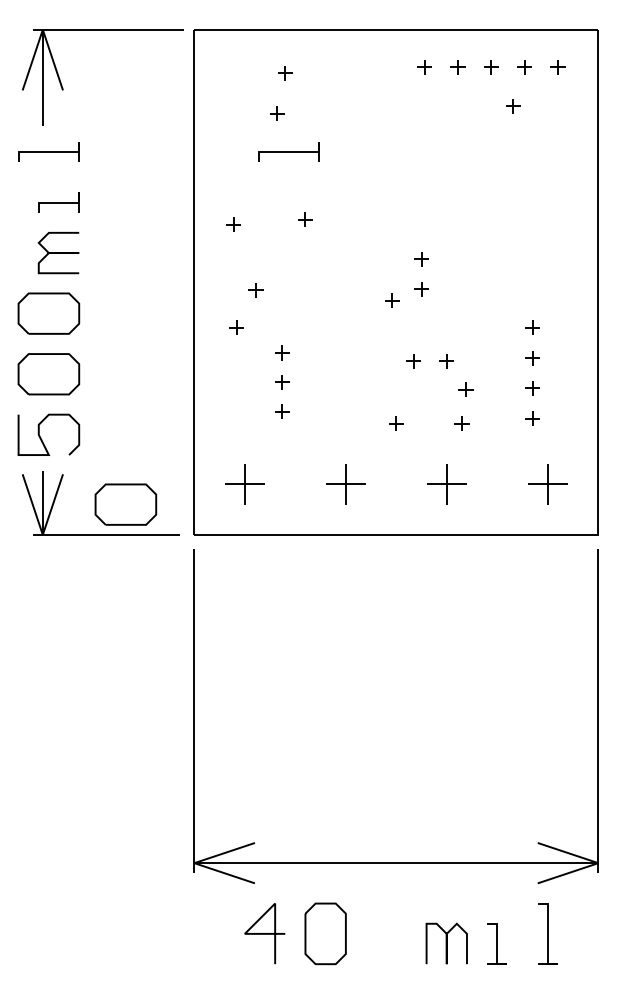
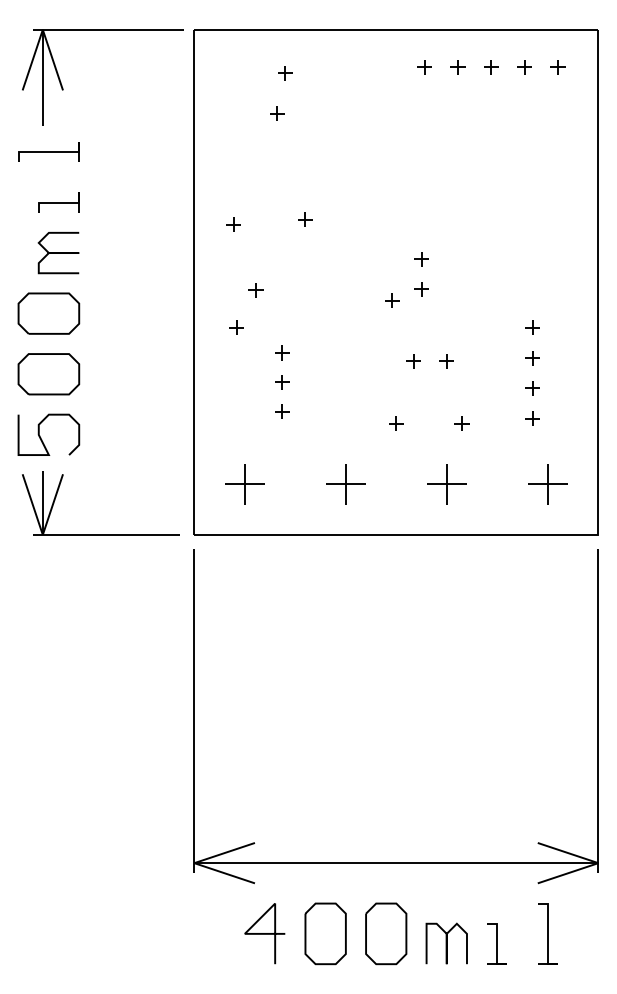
part at (513, 106): present -> none
line at (288, 151): present -> none
part at (465, 389): present -> none
part at (125, 504): present -> none
part at (386, 933): none -> present
